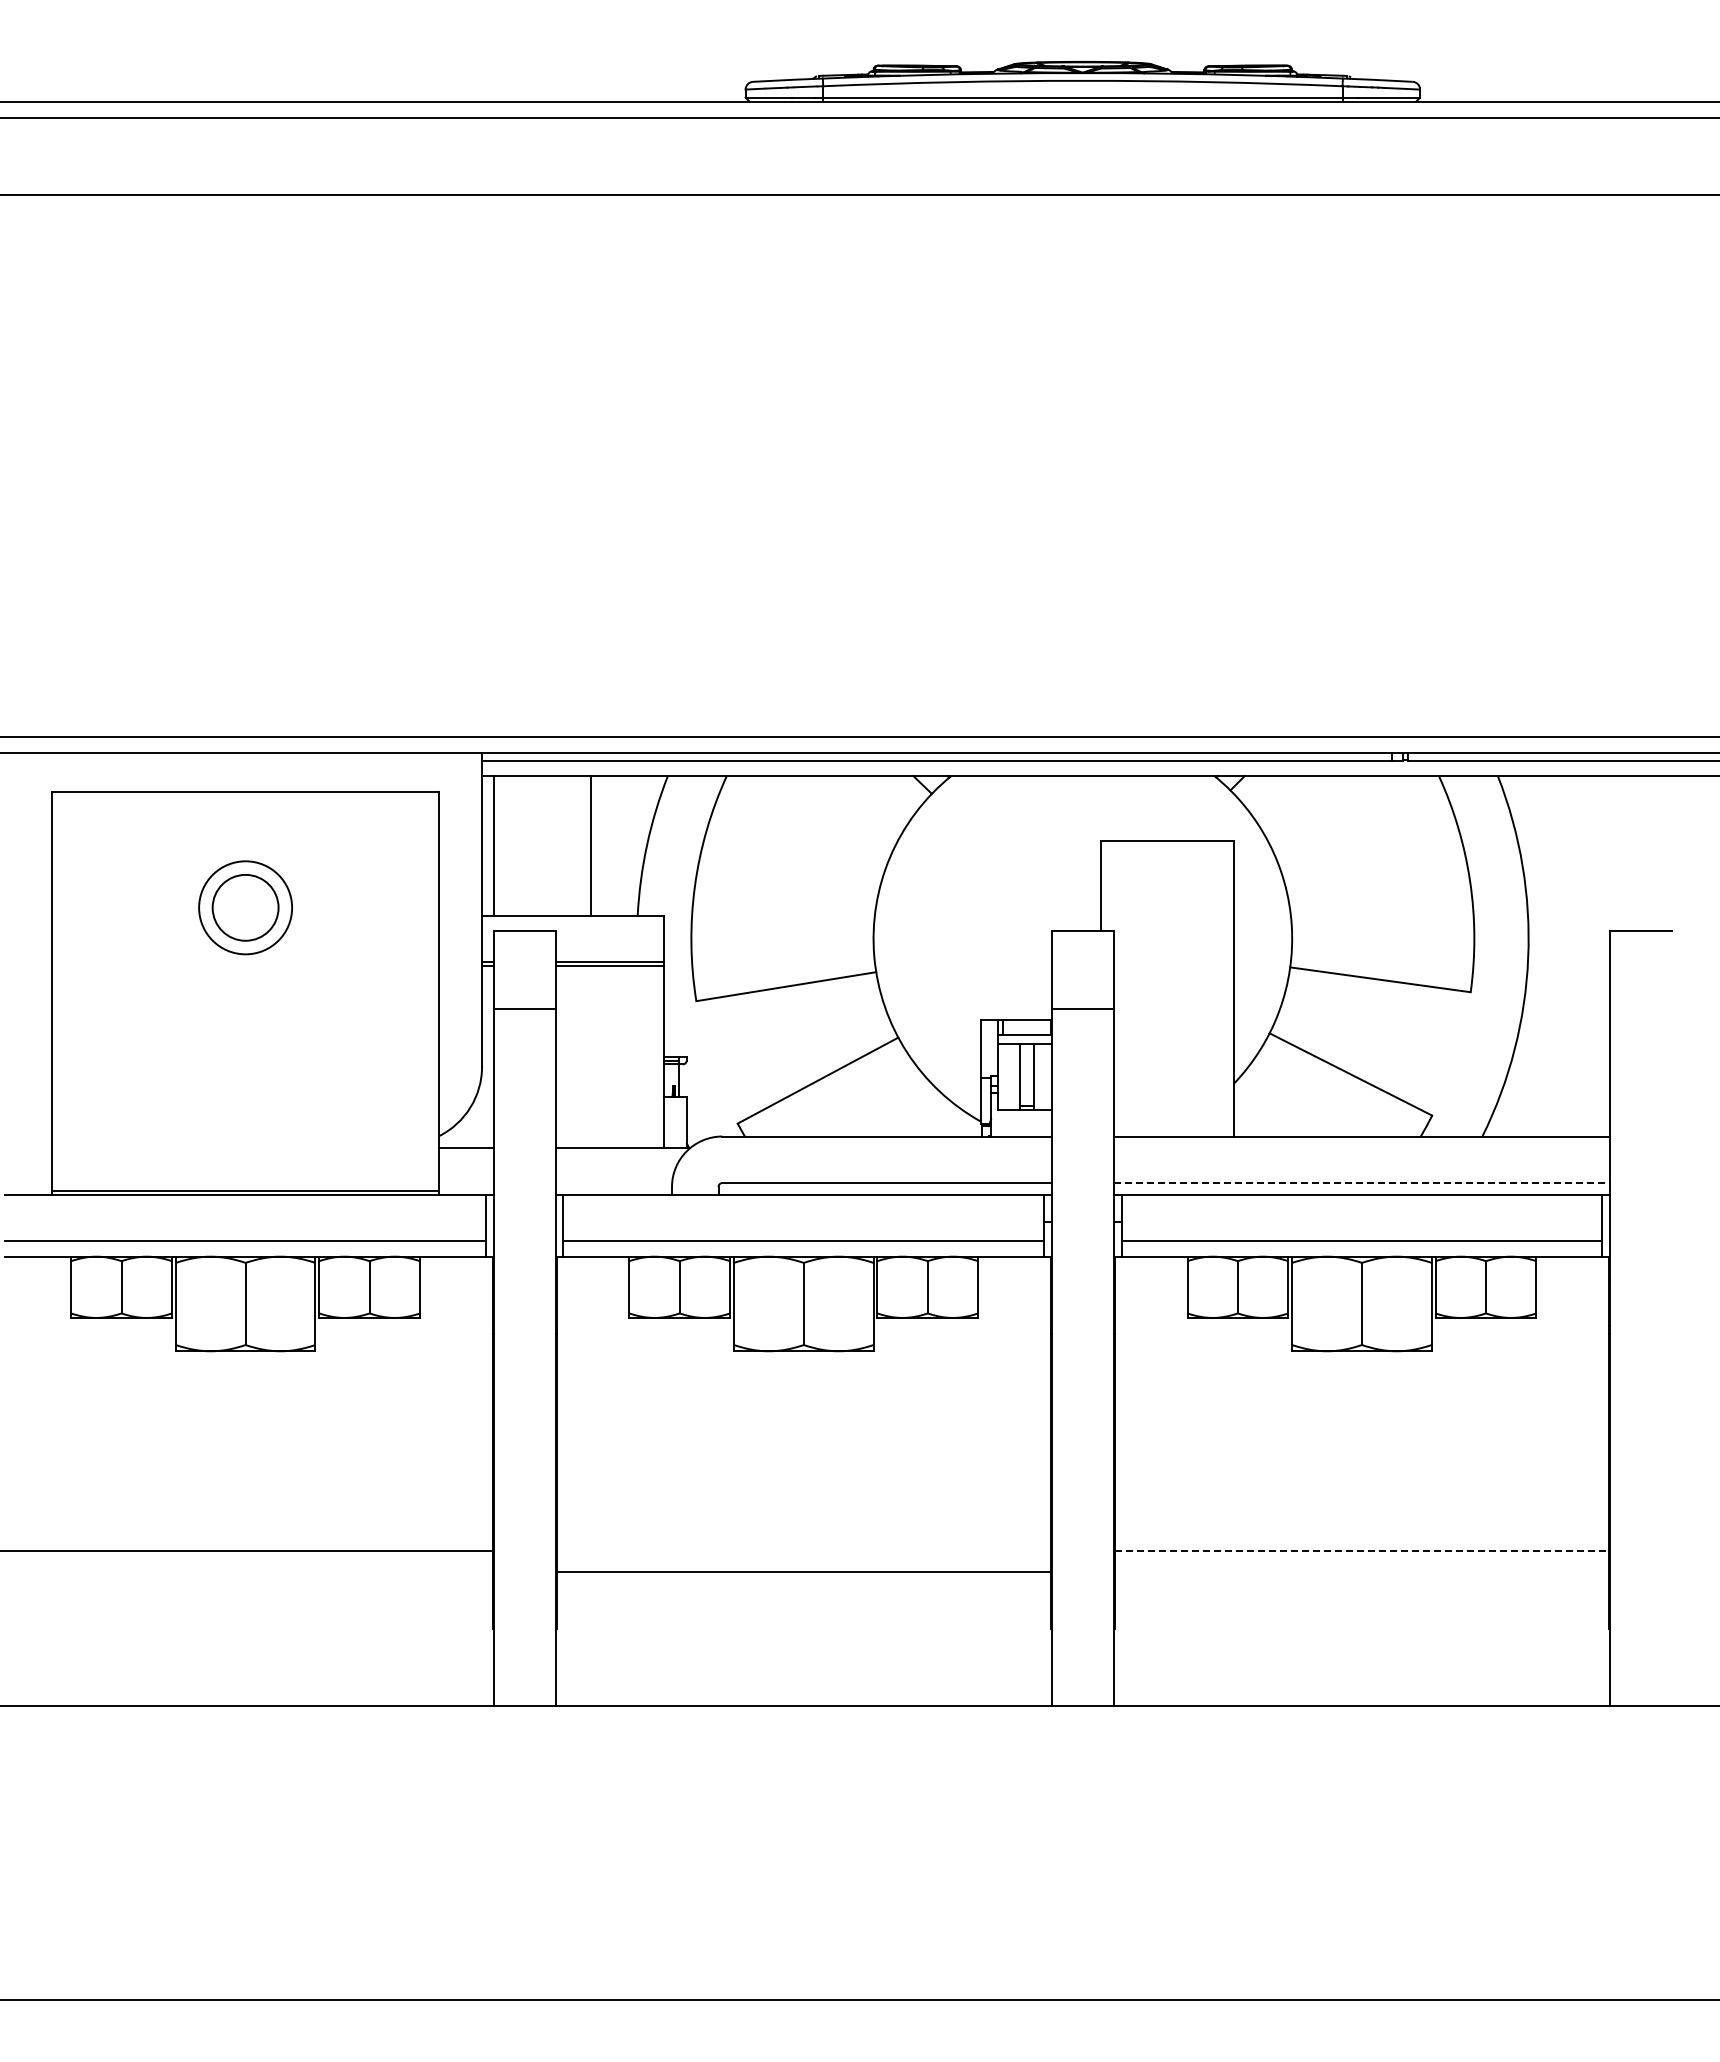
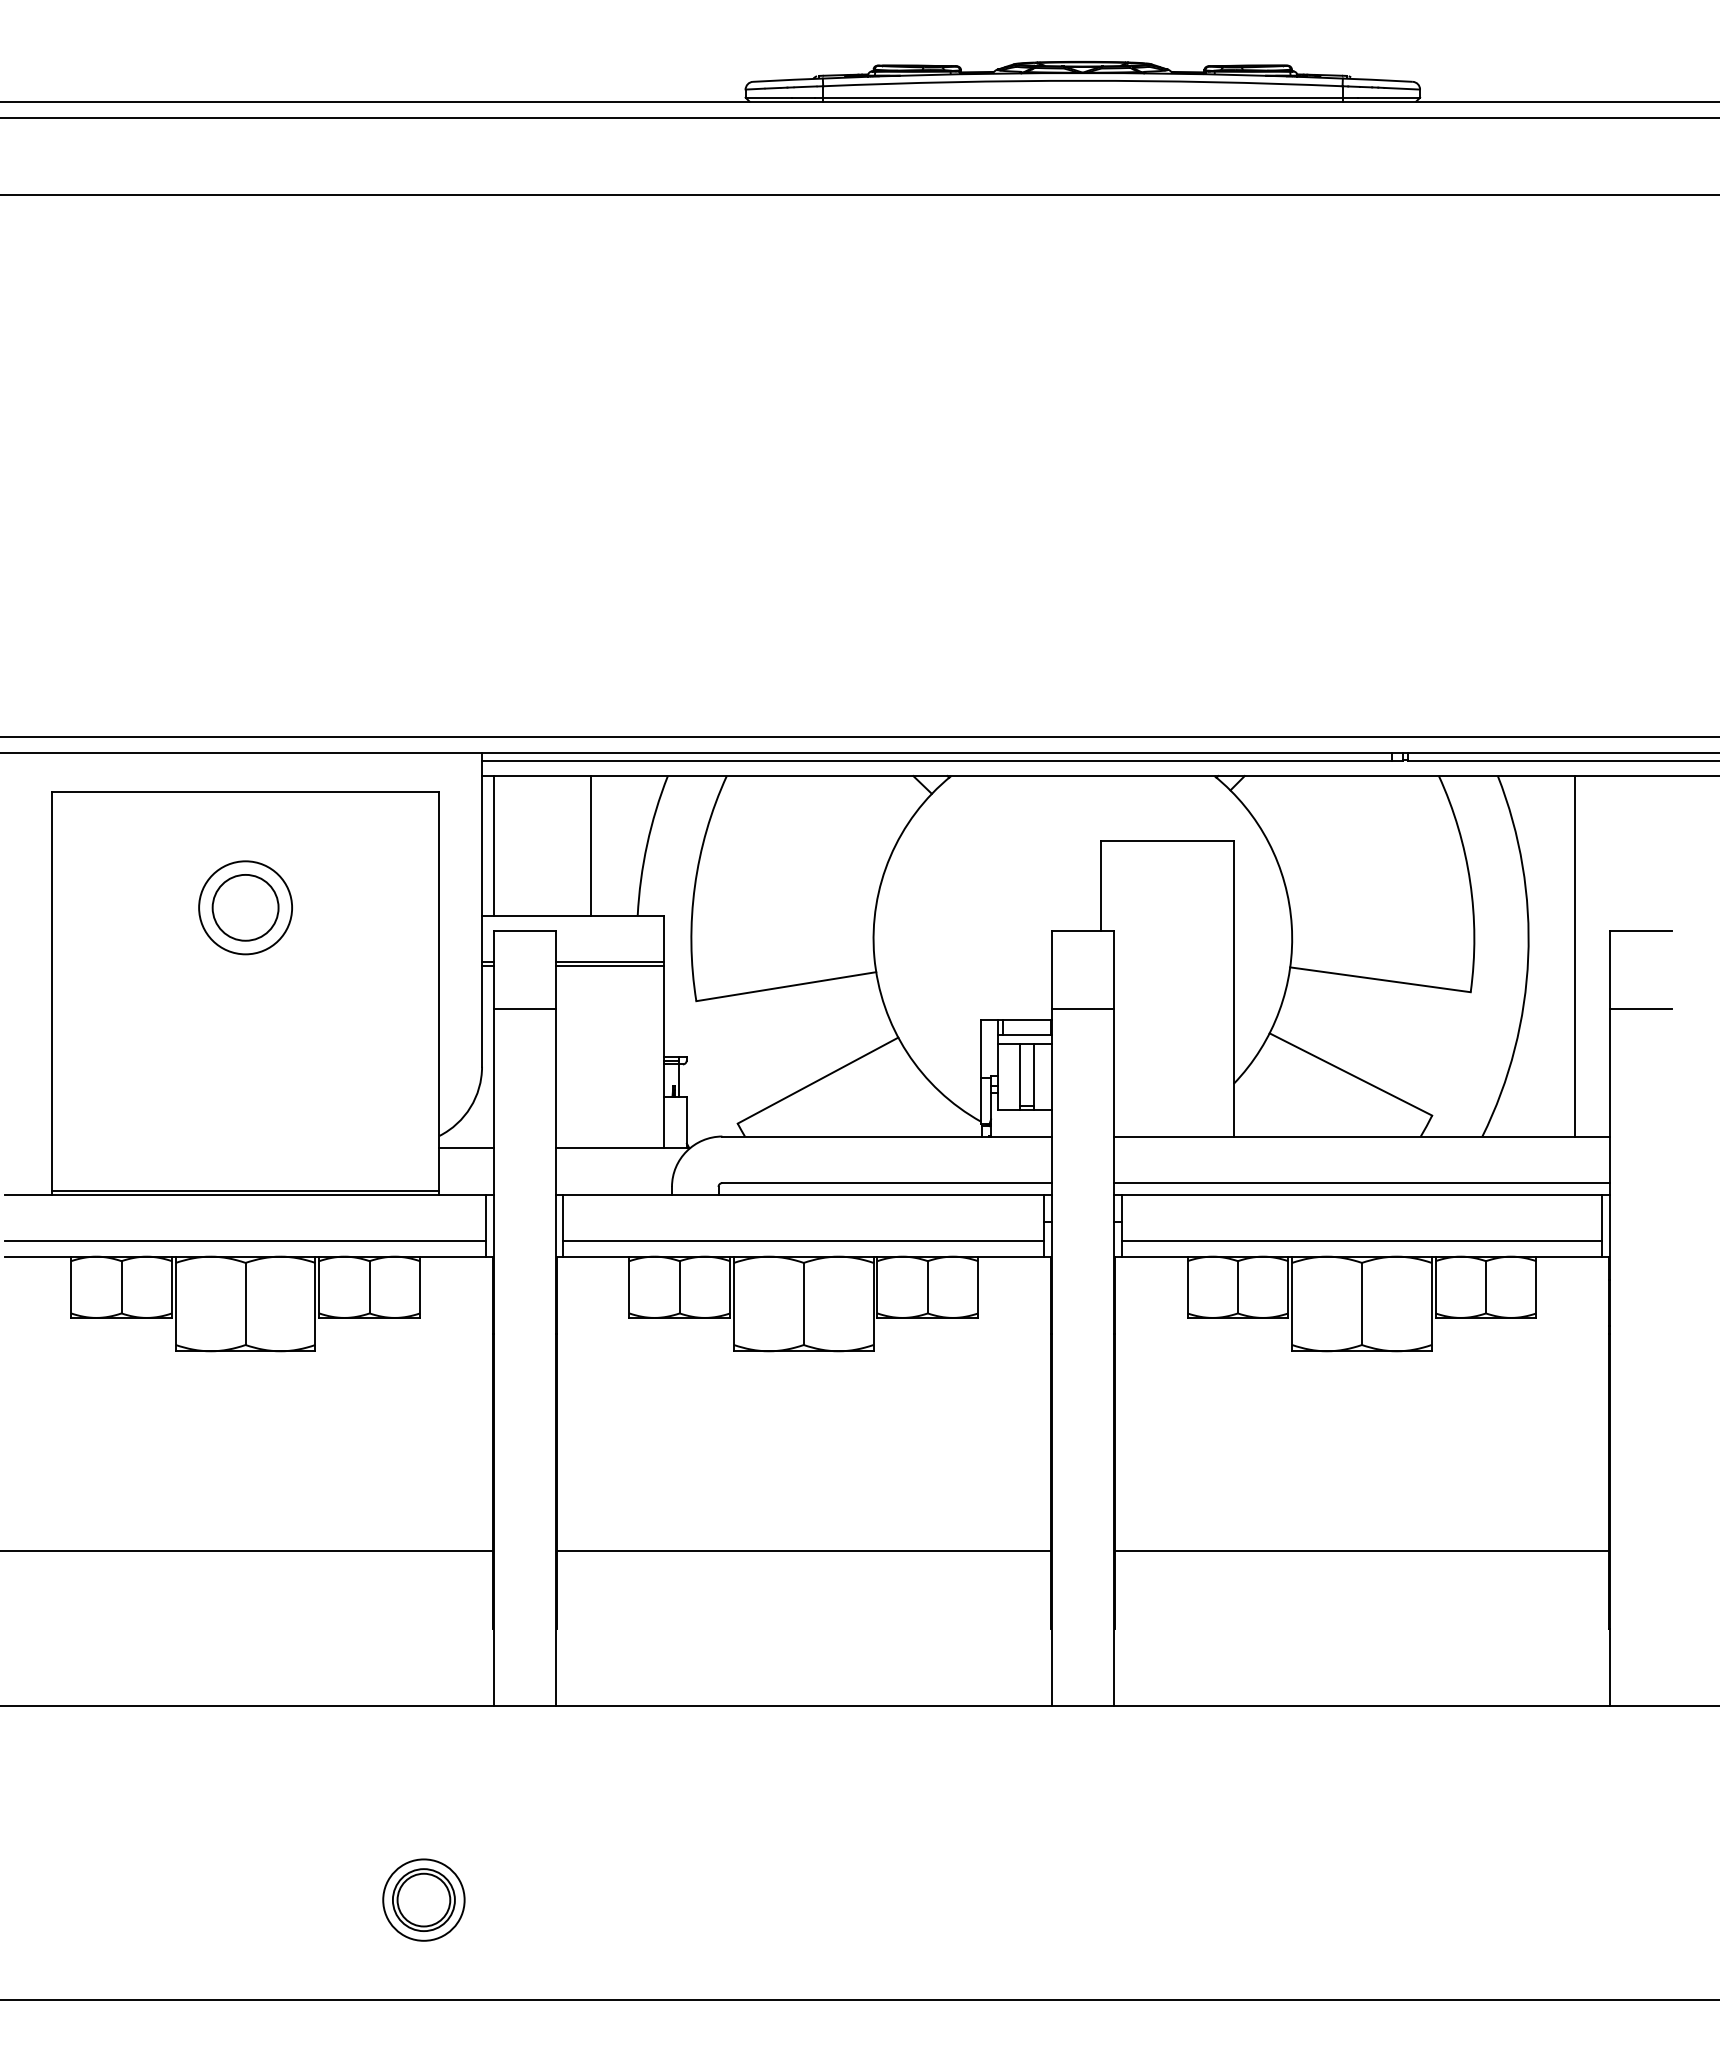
line at (1575, 956): none -> present
line at (1641, 1008): none -> present
line at (1362, 1183): dashed -> solid
line at (1362, 1551): dashed -> solid
line at (803, 1572) position: (803, 1572) -> (803, 1551)
part at (423, 1899): none -> present
